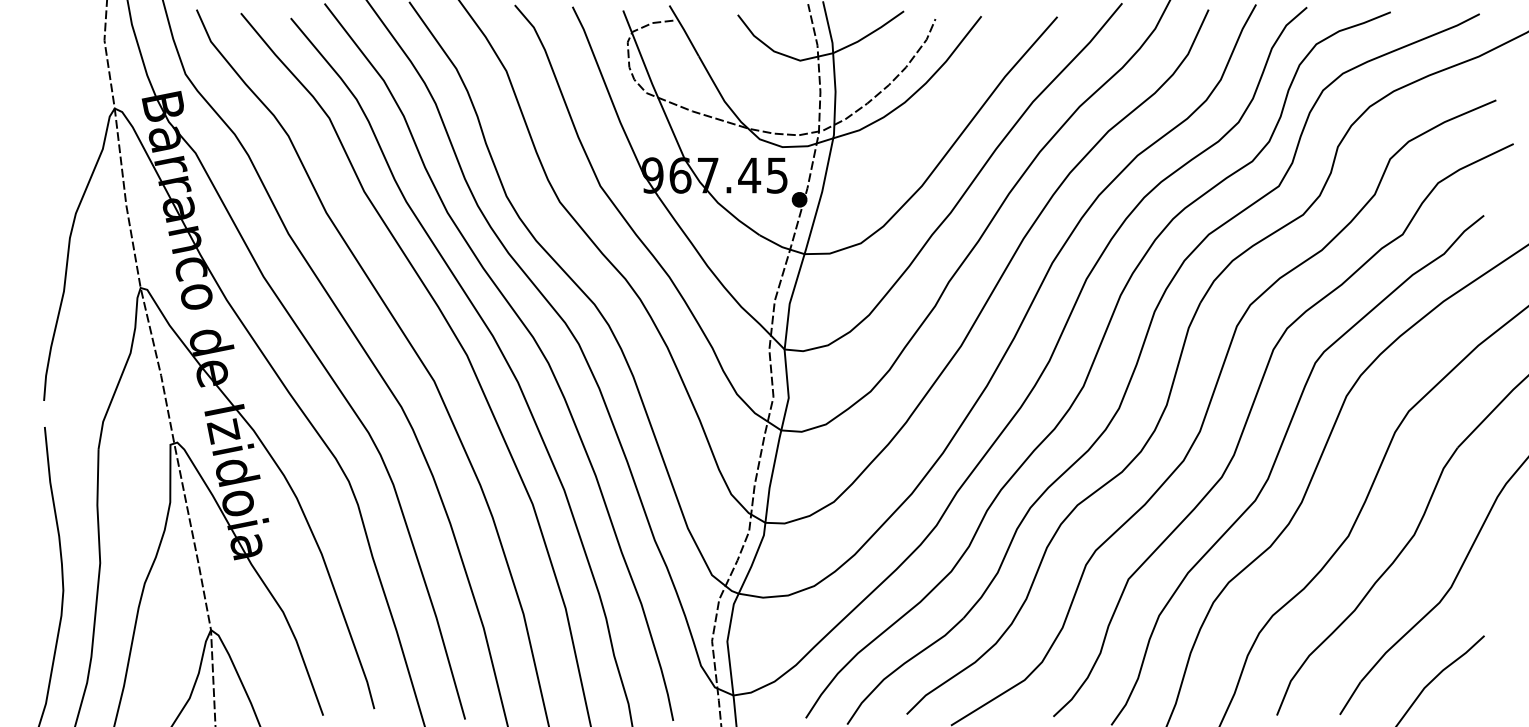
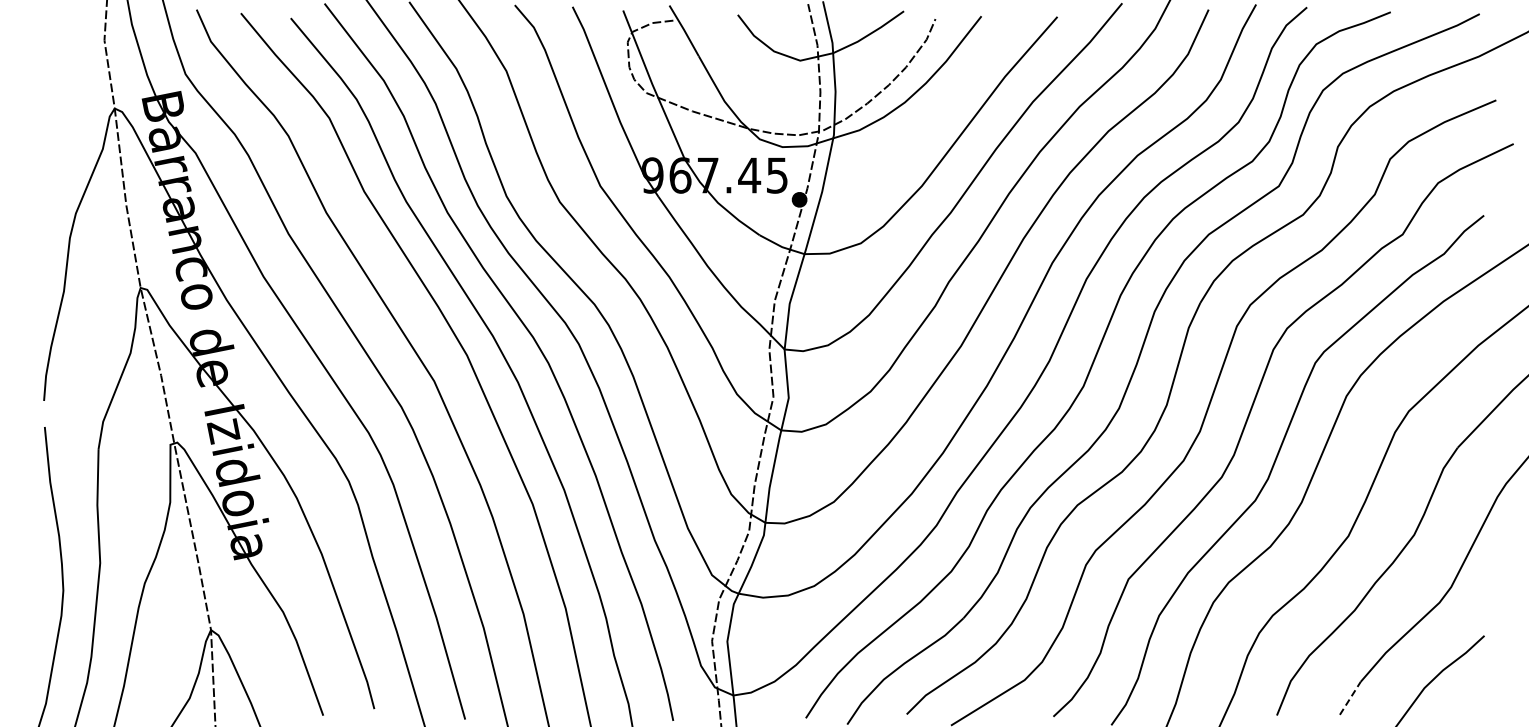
line at (1350, 697): solid -> dashed
